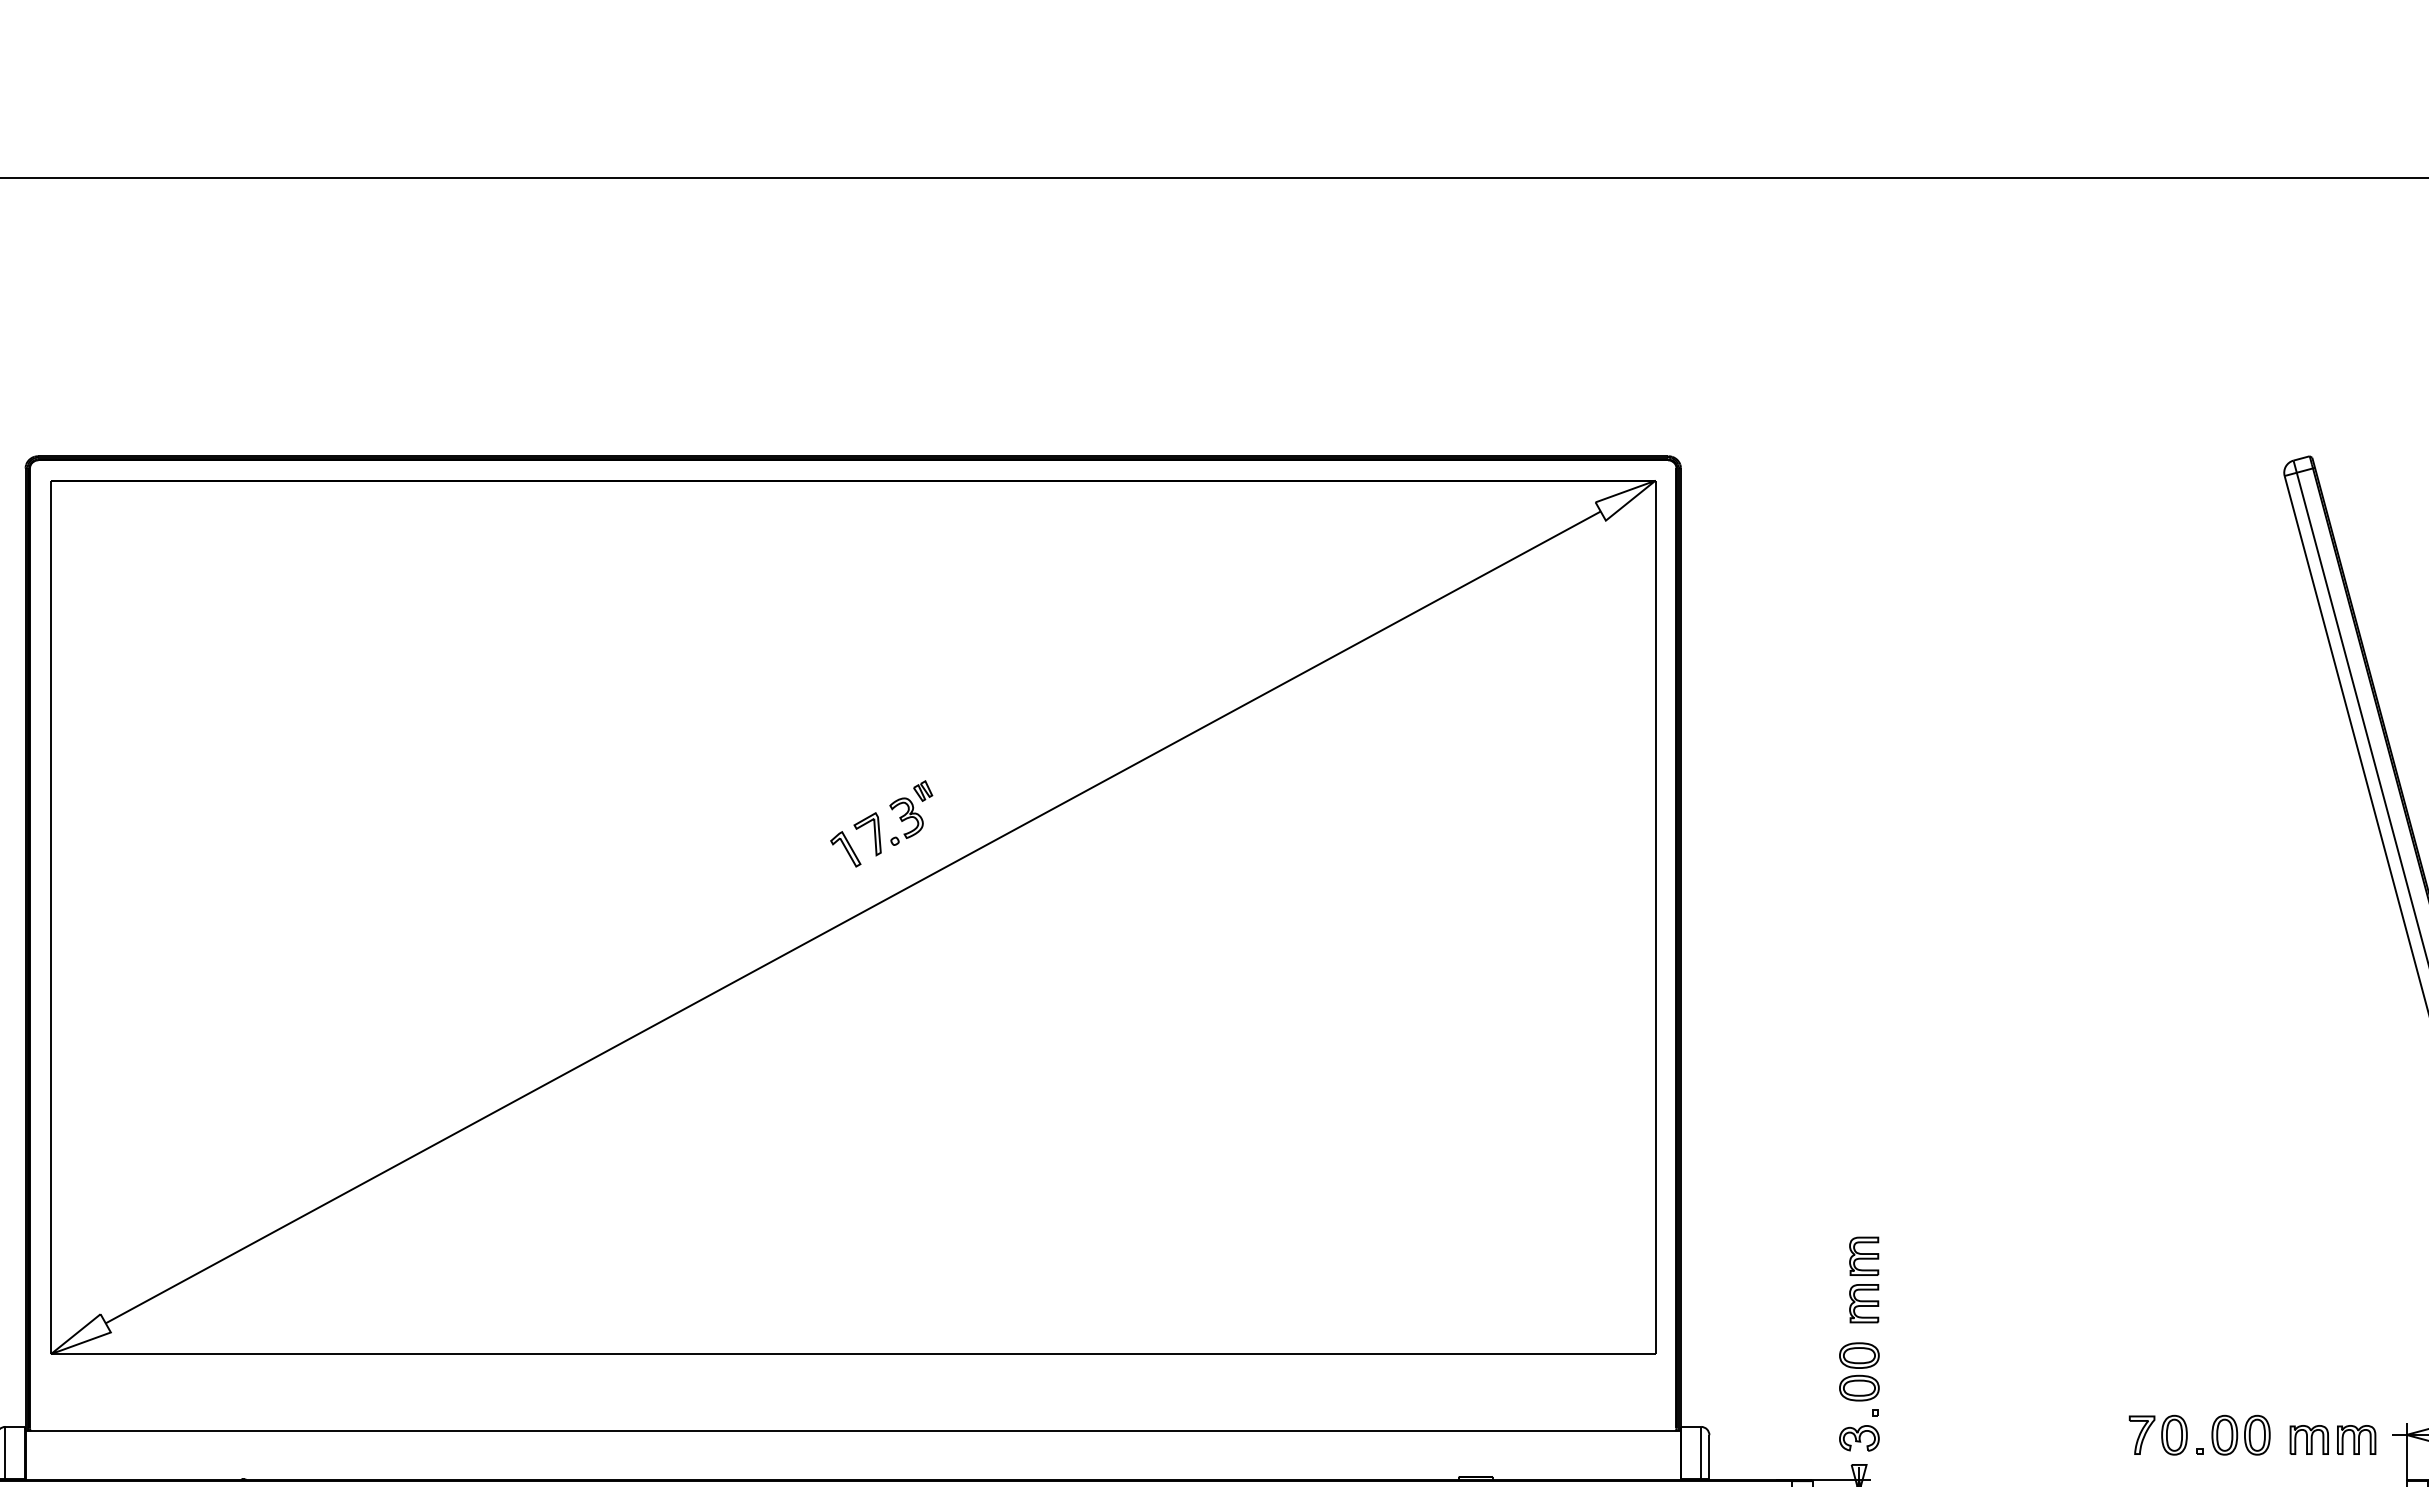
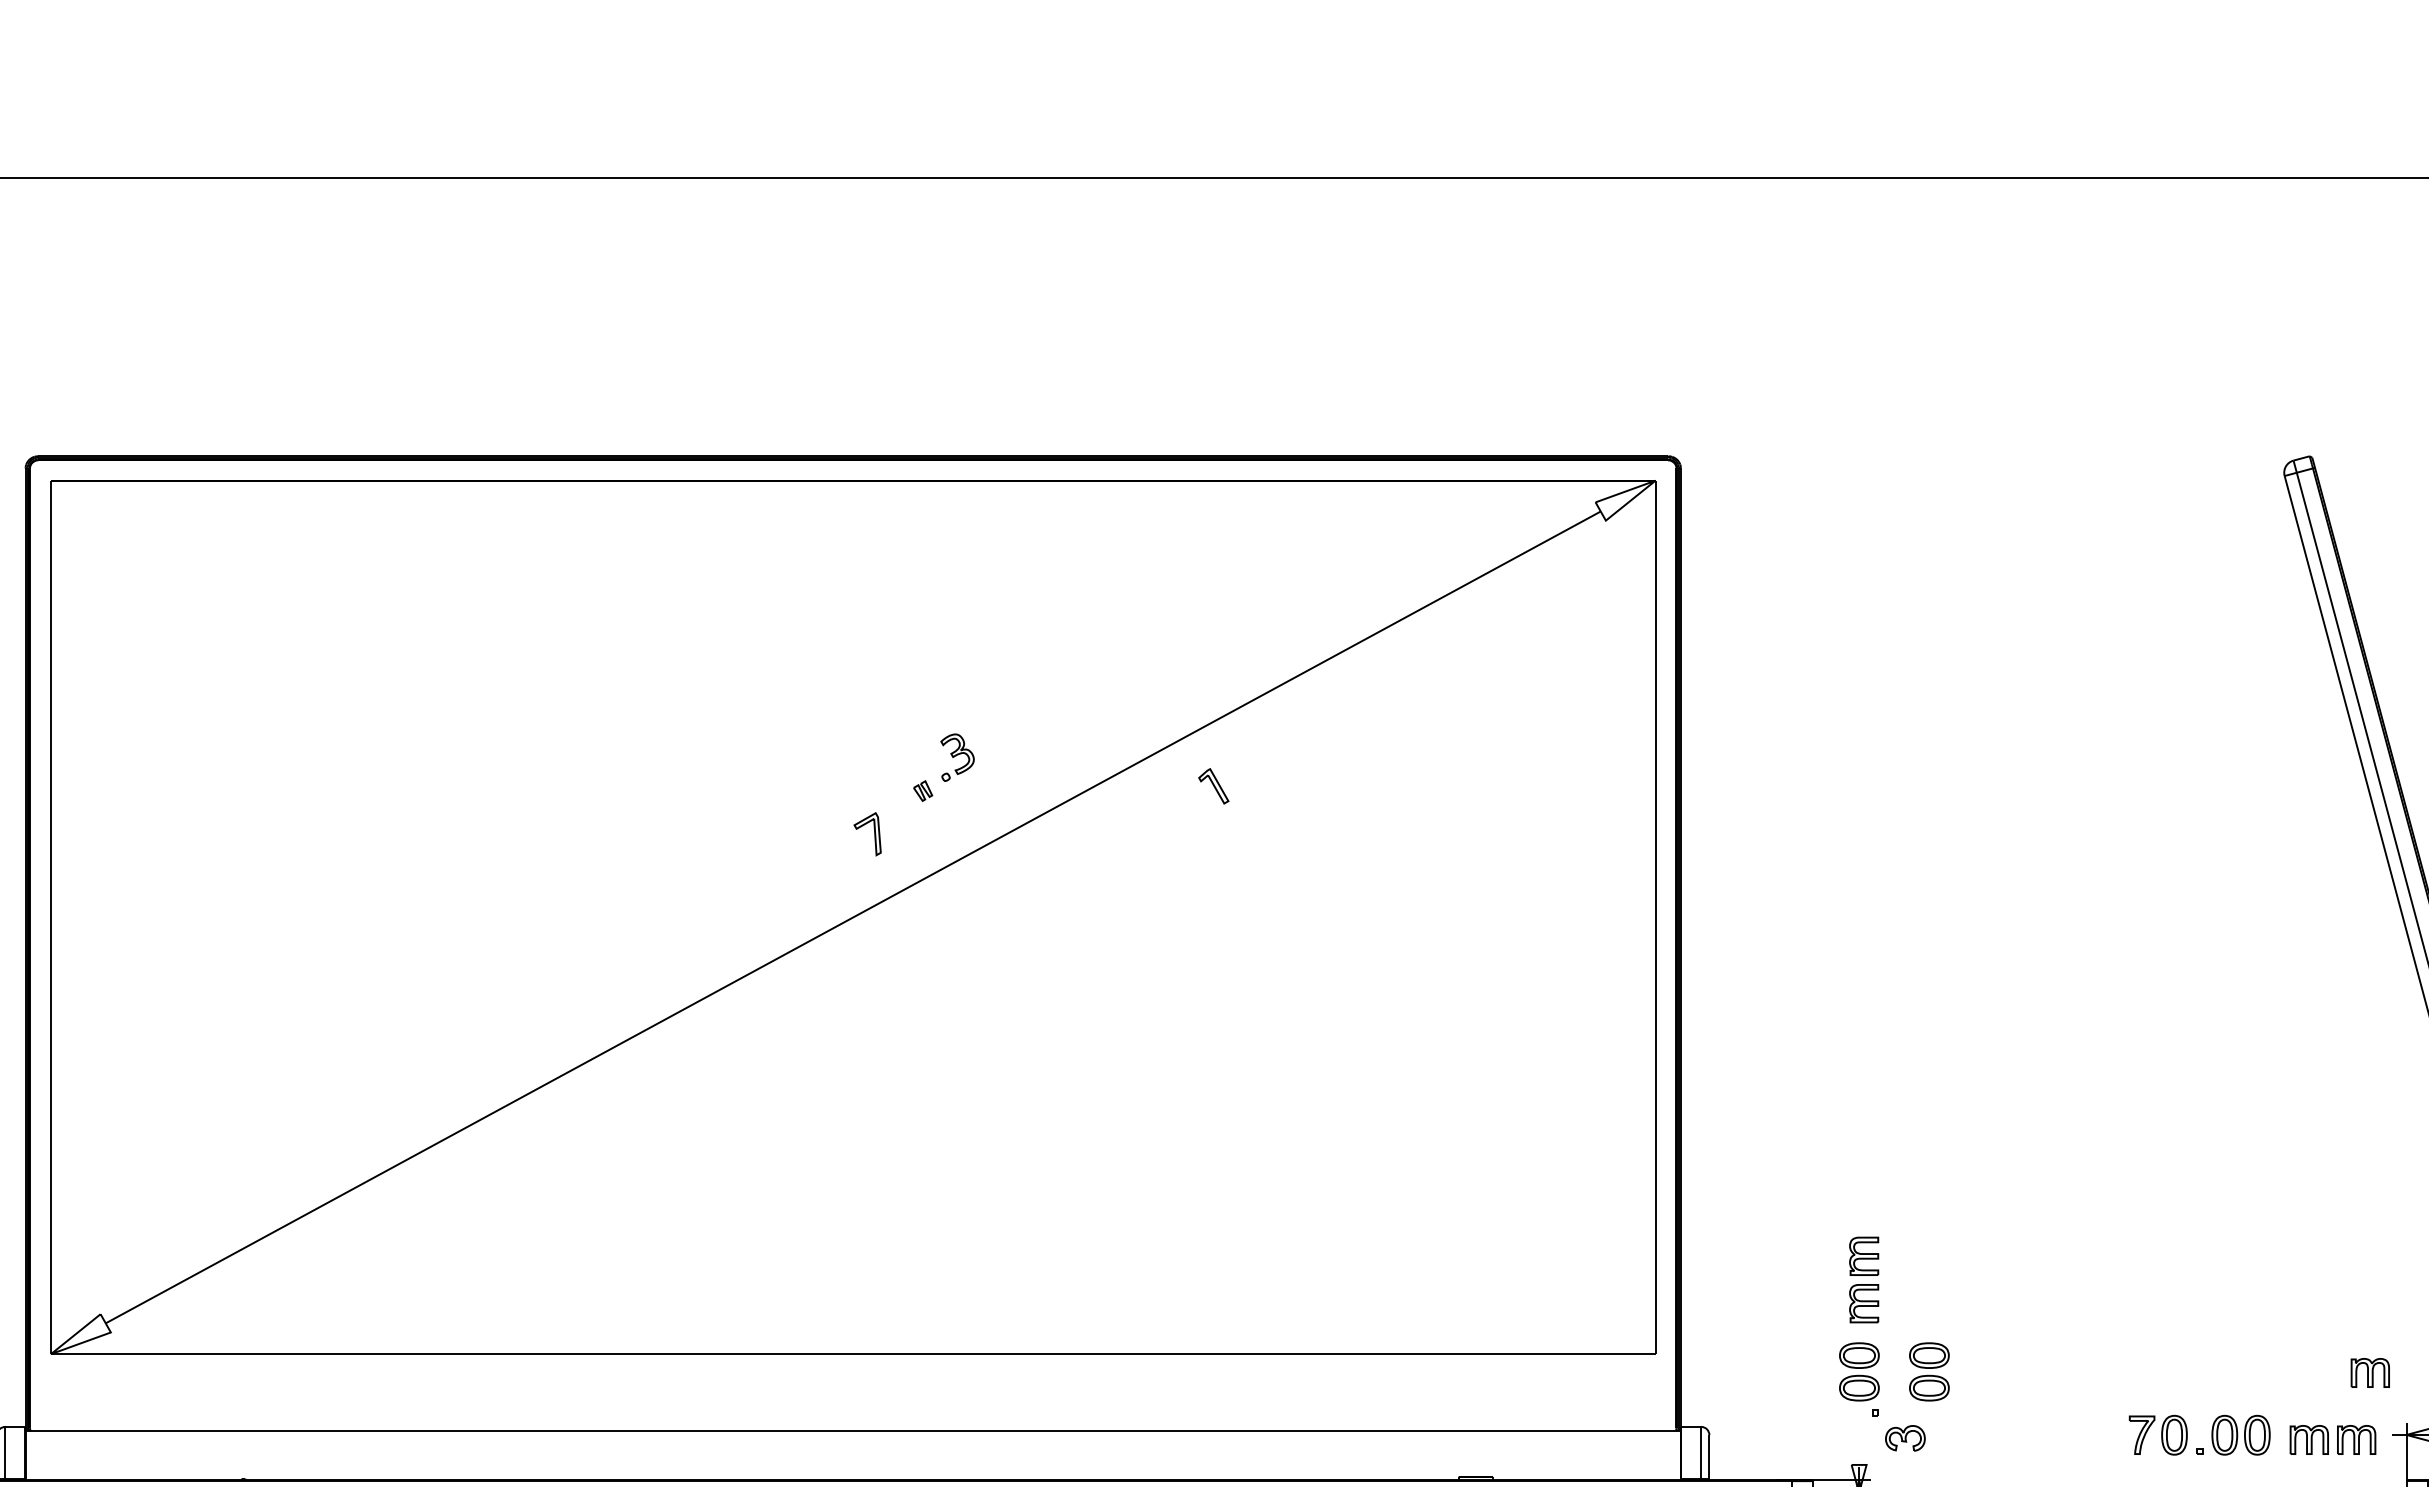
part at (906, 821) position: (906, 821) -> (957, 757)
part at (845, 849) position: (845, 849) -> (1213, 786)
part at (1929, 1371): none -> present
part at (2369, 1372): none -> present
part at (1859, 1438) position: (1859, 1438) -> (1905, 1438)
